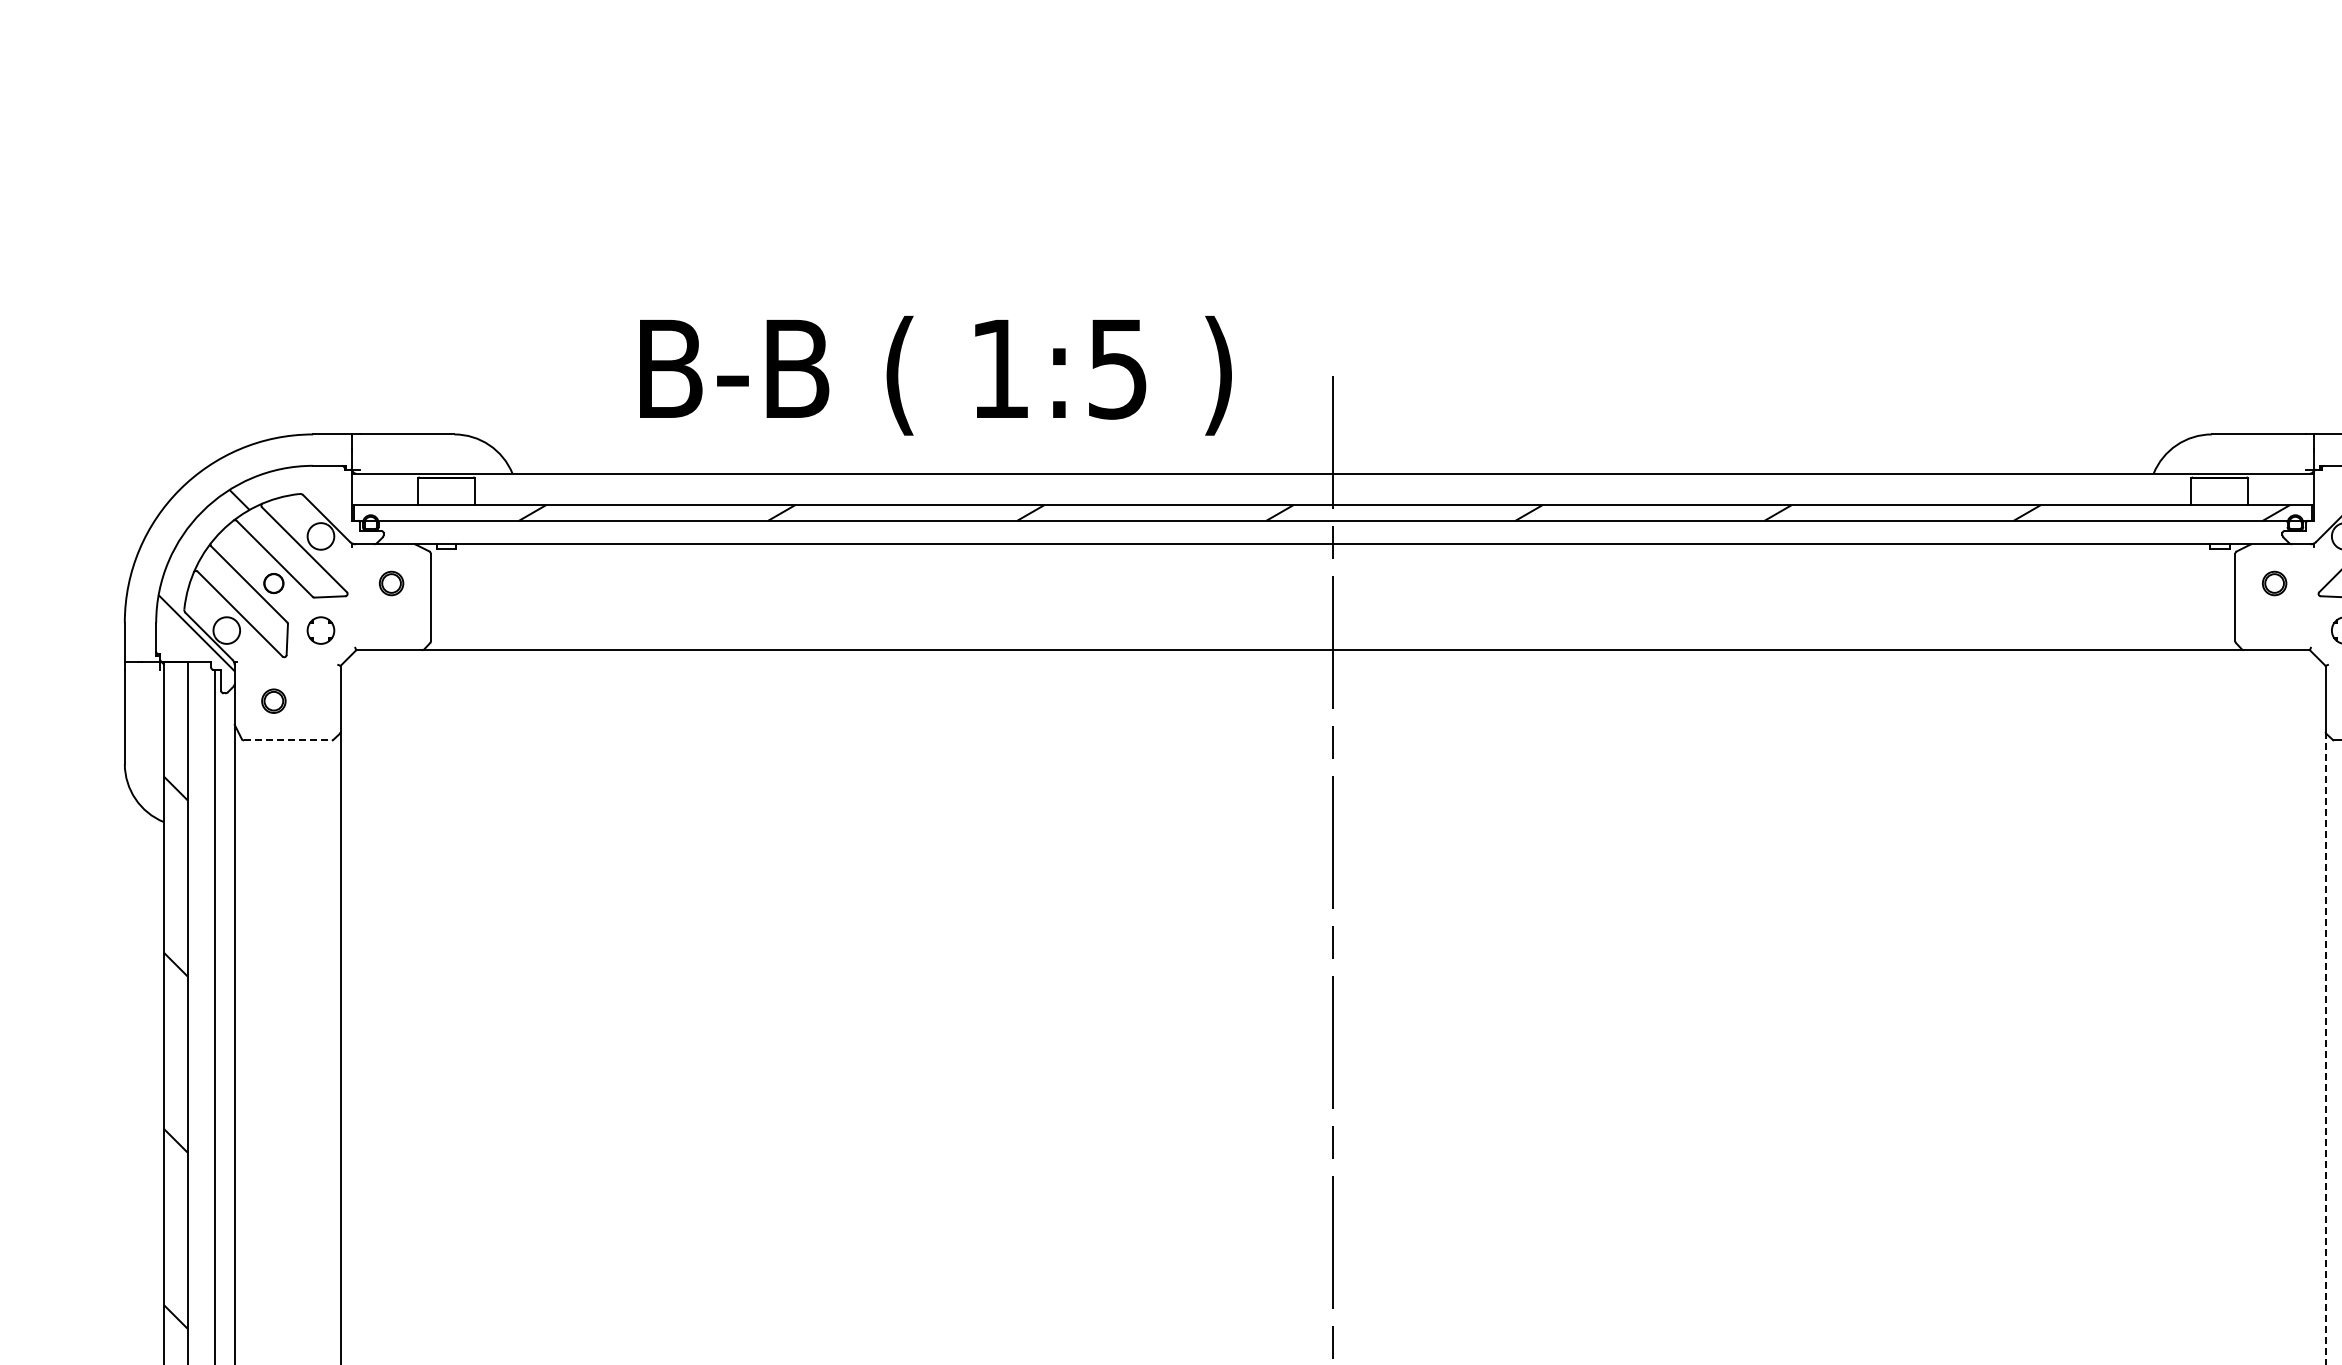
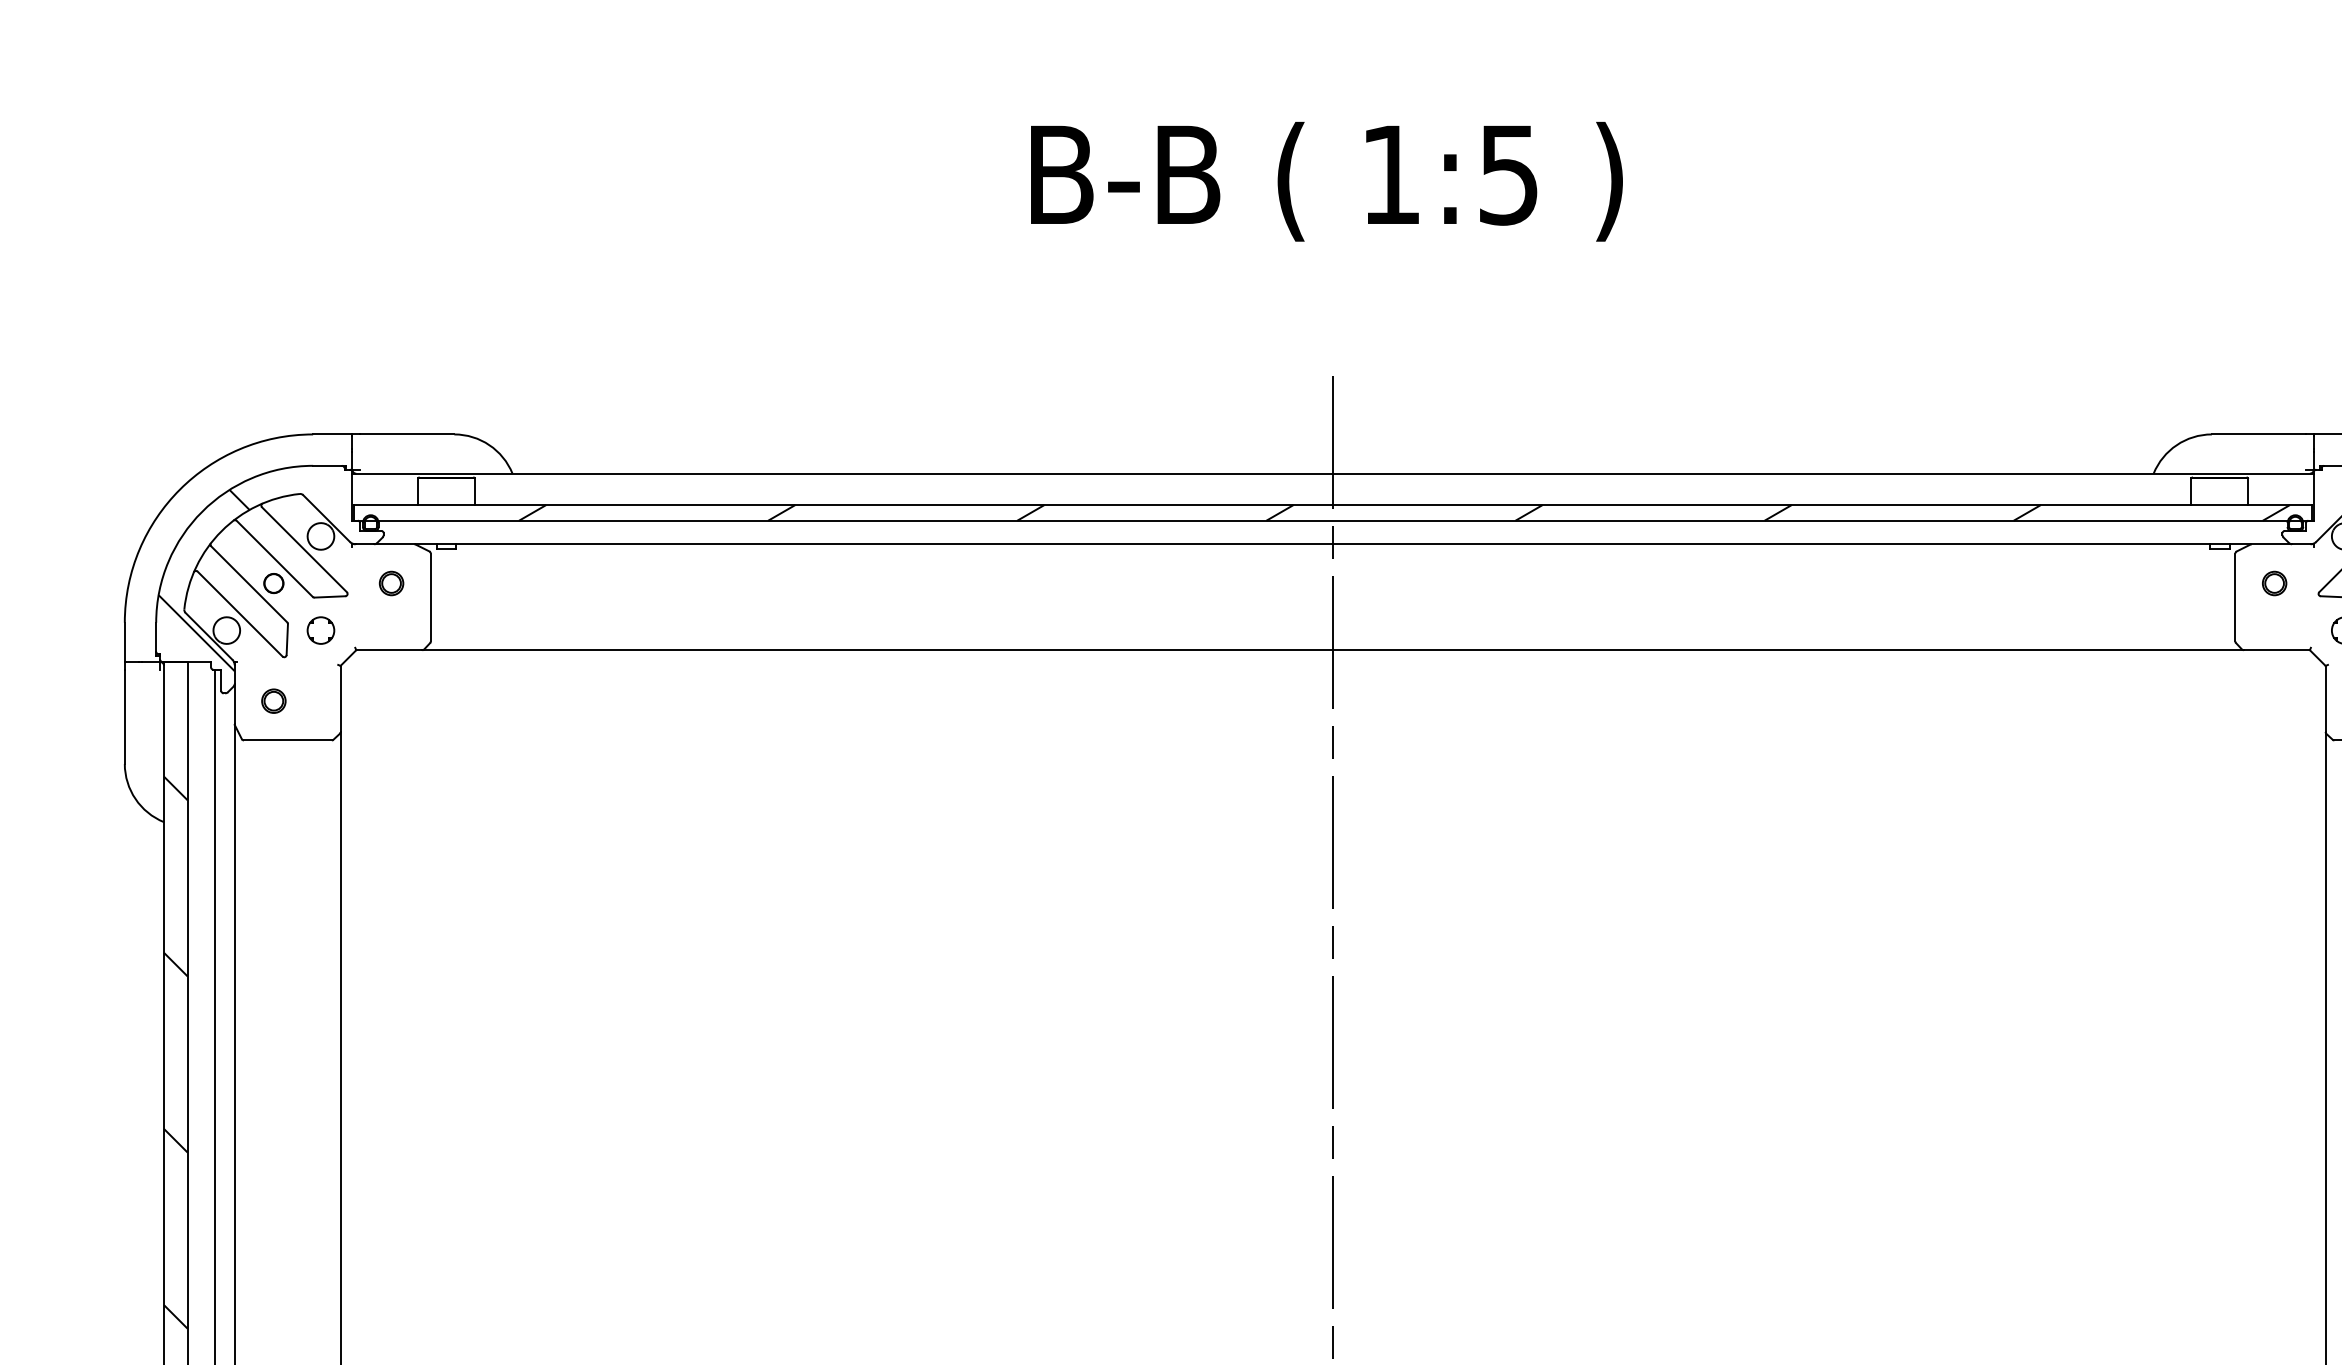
text at (935, 375) position: (935, 375) -> (1326, 181)
line at (287, 740): dashed -> solid
line at (2325, 1048): dashed -> solid
